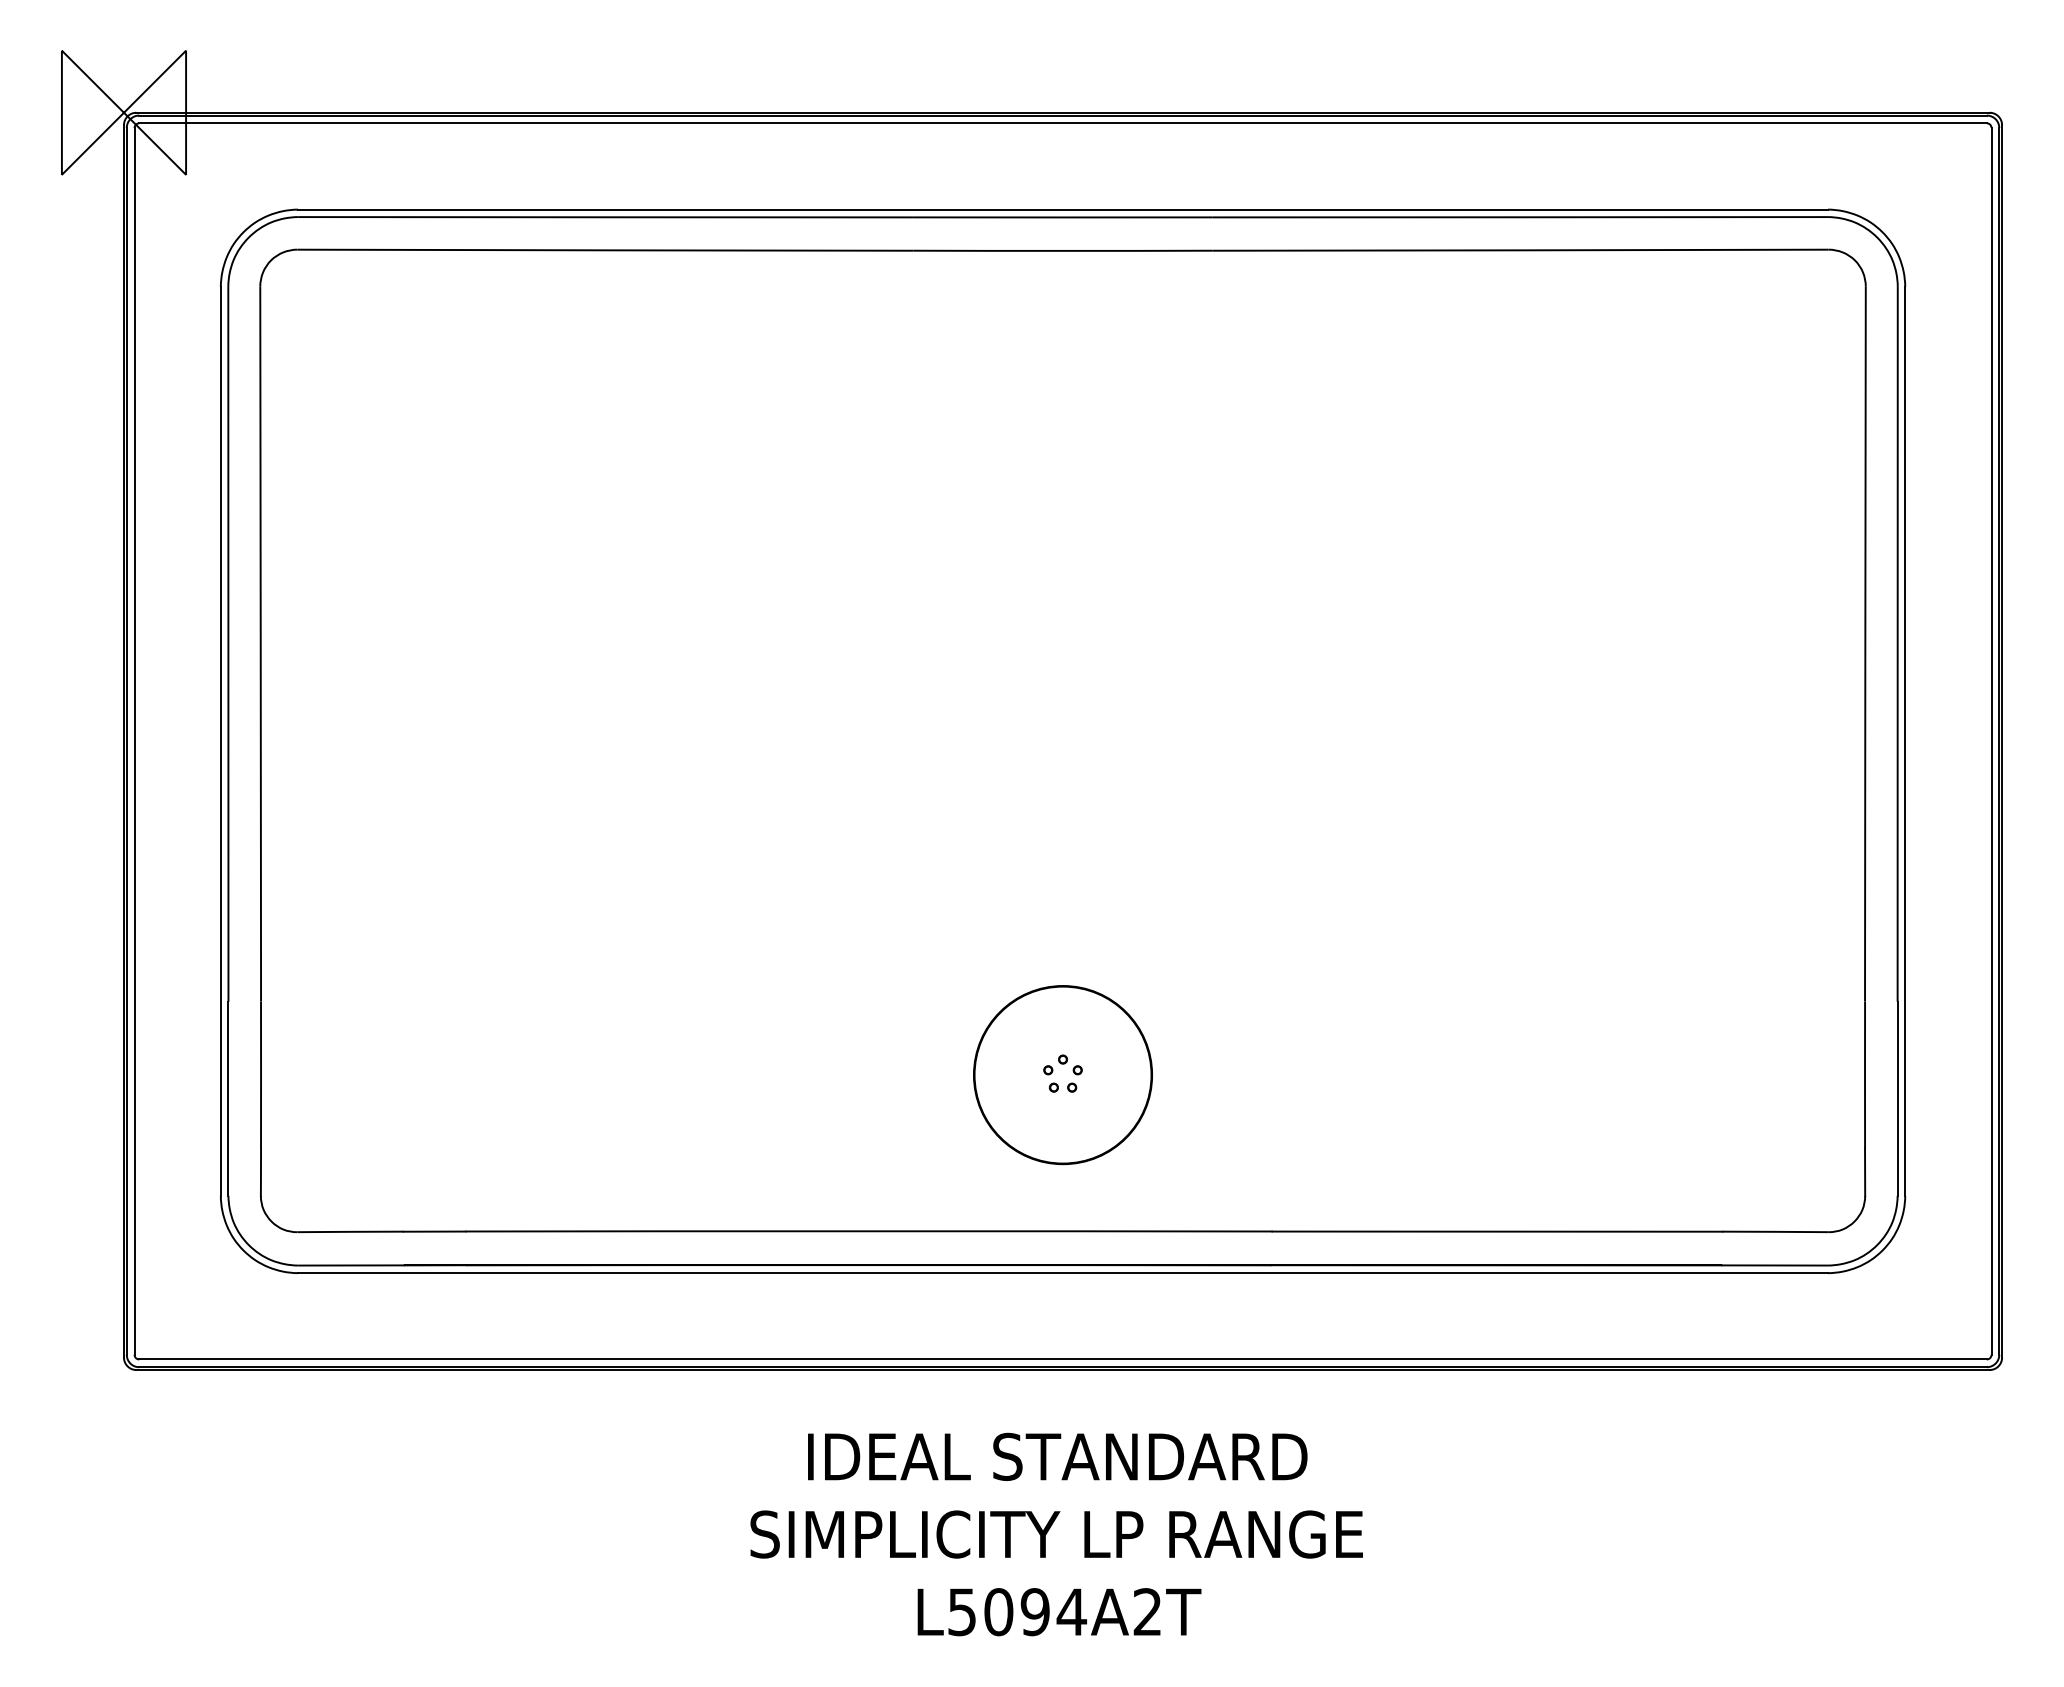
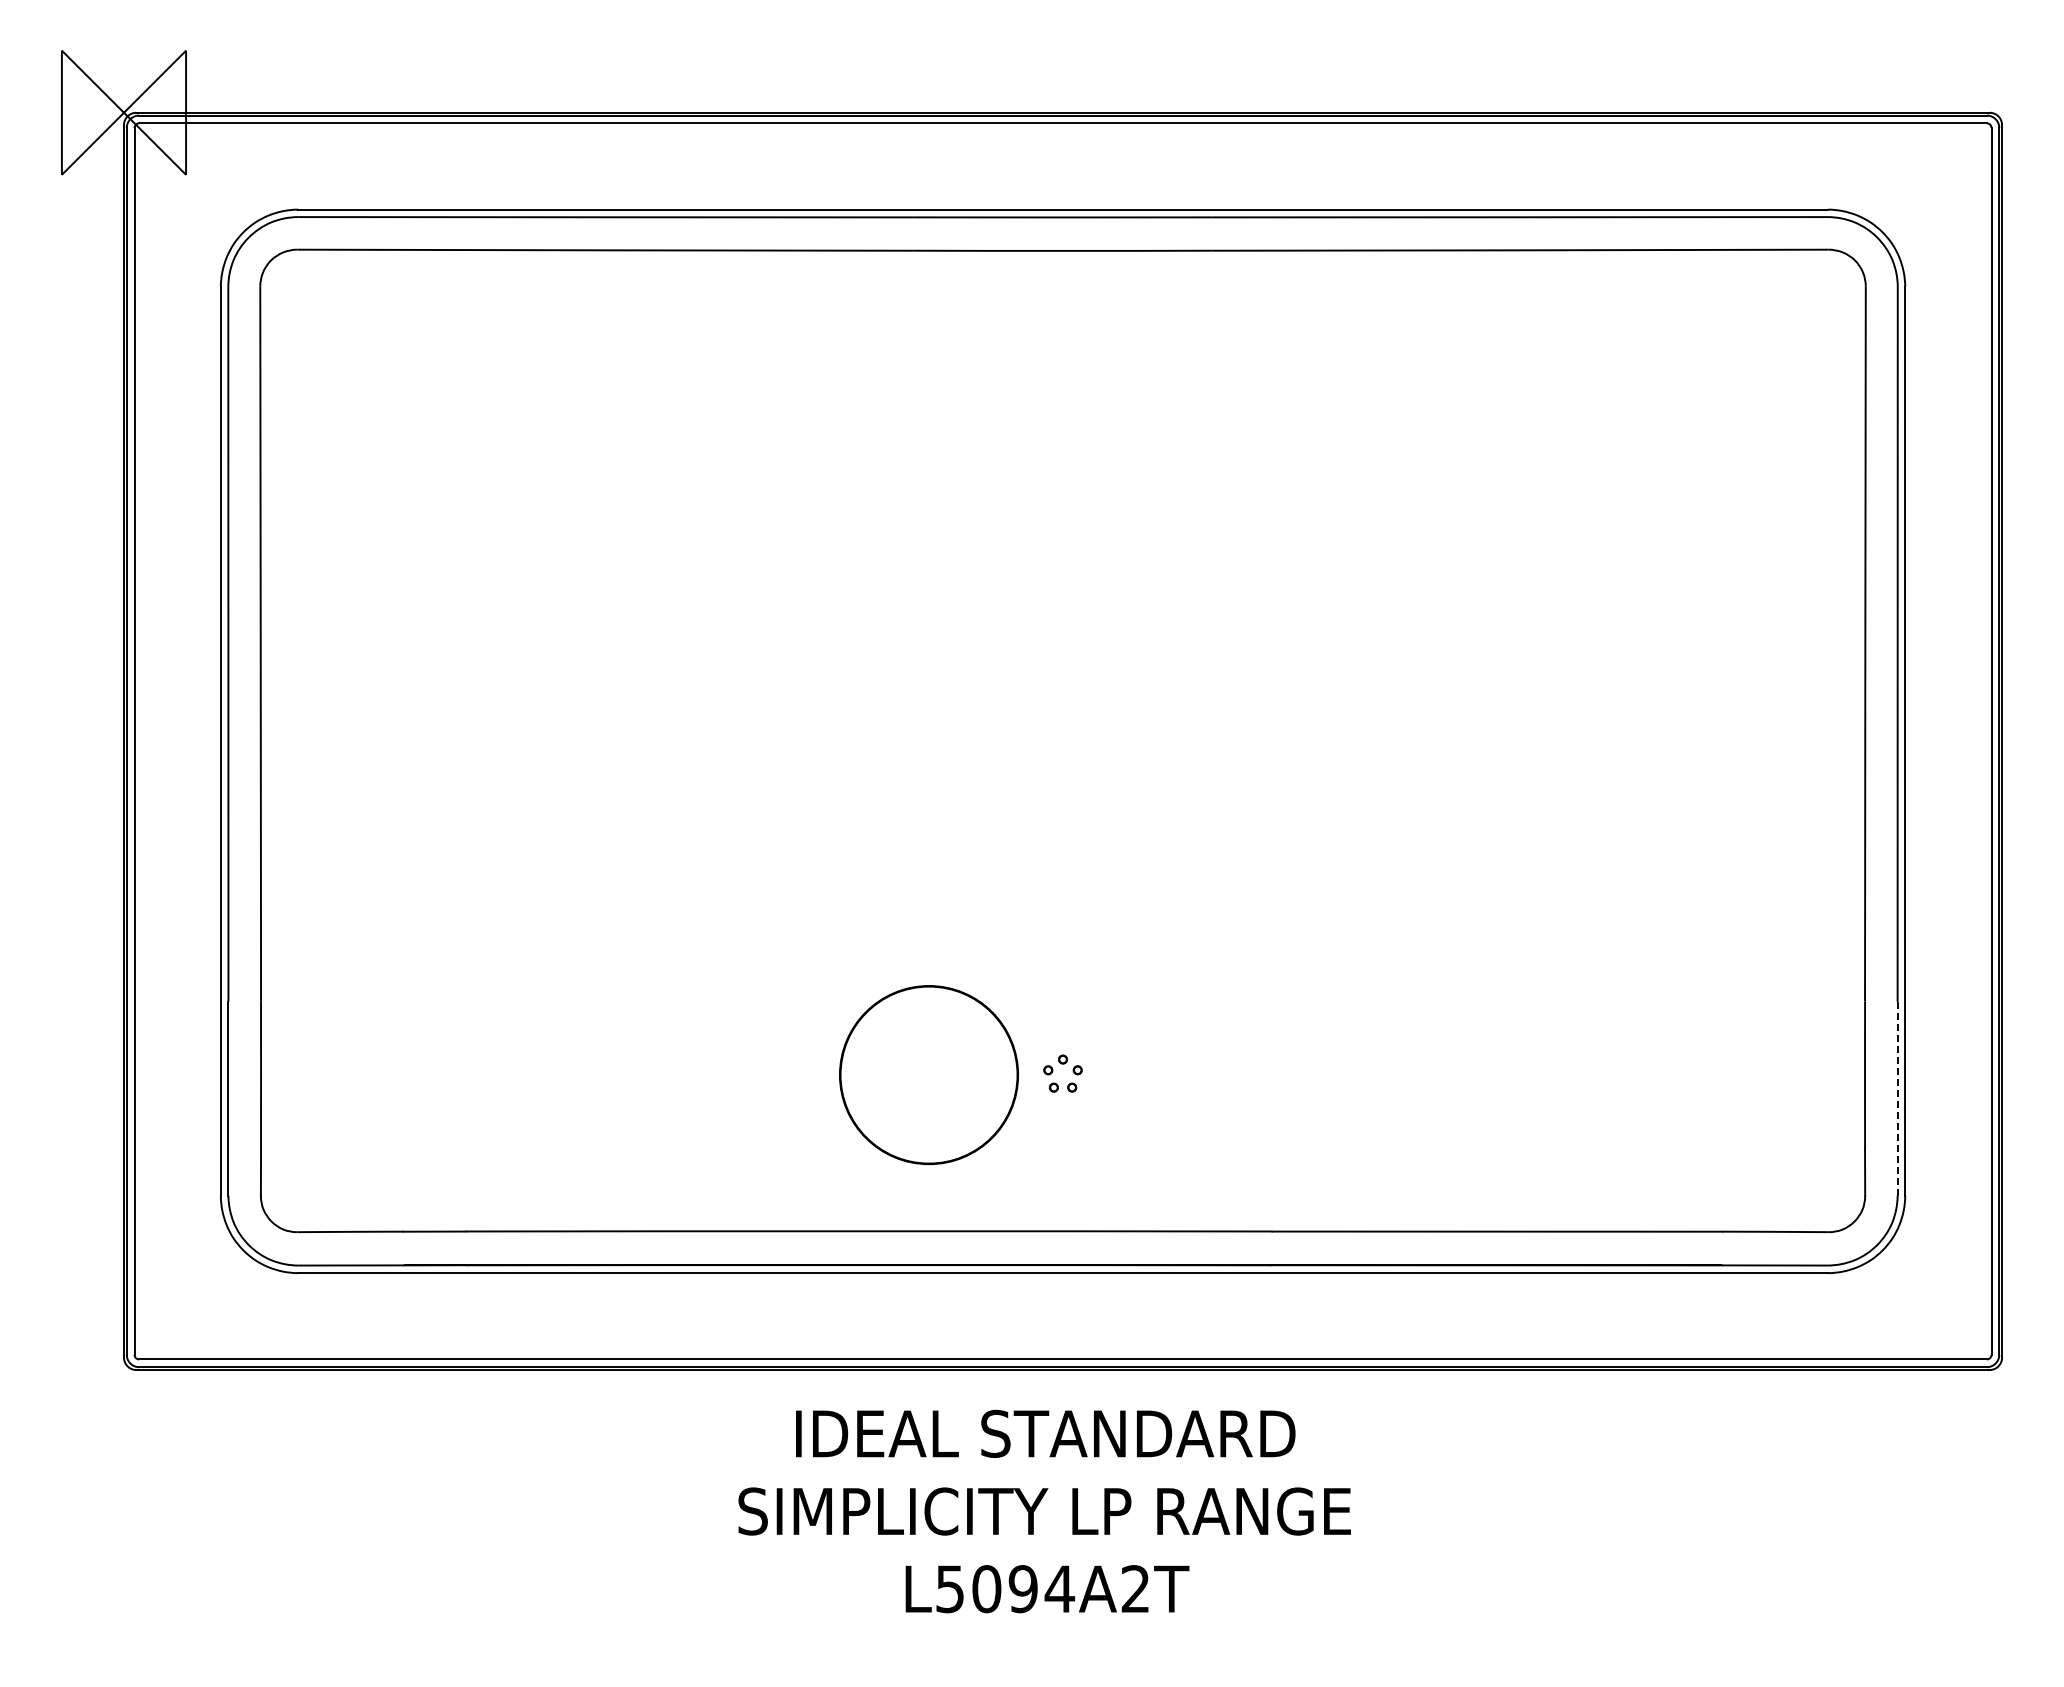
circle at (1062, 1075) position: (1062, 1075) -> (928, 1075)
line at (1897, 1099): solid -> dashed
text at (1056, 1534) position: (1056, 1534) -> (1044, 1511)
